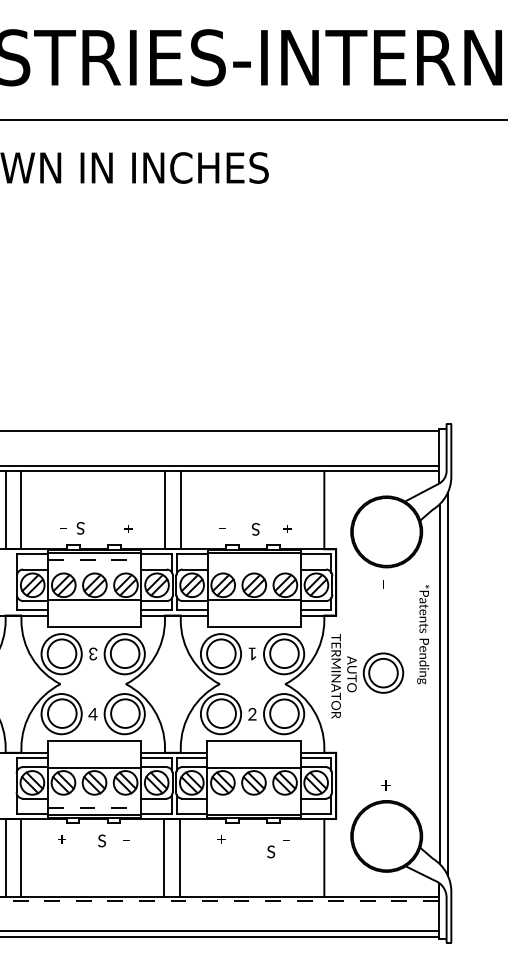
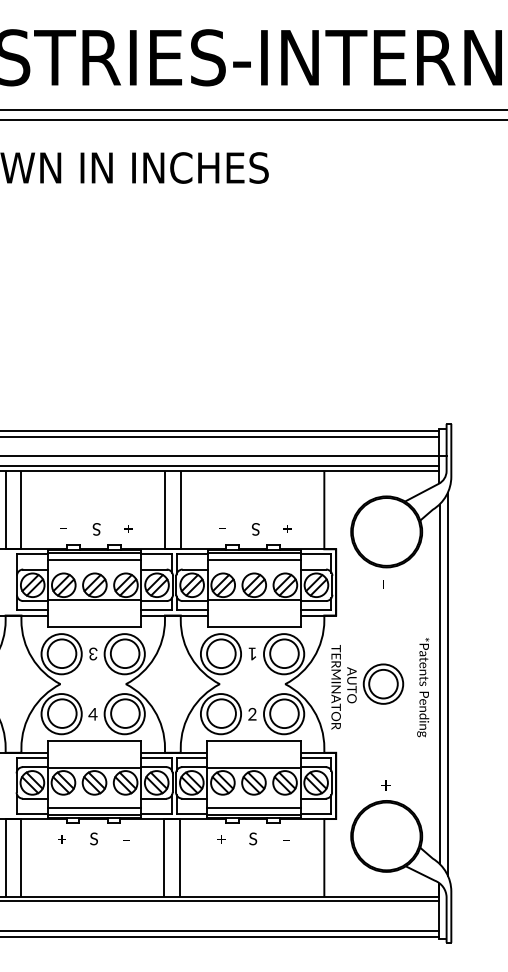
line at (253, 110): none -> present
line at (220, 436): none -> present
line at (224, 455): none -> present
text at (80, 528) position: (80, 528) -> (96, 529)
line at (94, 560): dashed -> solid
line at (253, 560): none -> present
text at (423, 634) position: (423, 634) -> (423, 687)
part at (367, 676) position: (367, 676) -> (367, 687)
line at (94, 808): dashed -> solid
line at (253, 808): none -> present
text at (101, 840) position: (101, 840) -> (93, 838)
text at (271, 851) position: (271, 851) -> (253, 838)
line at (219, 901): dashed -> solid
